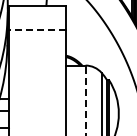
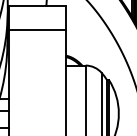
line at (37, 30): dashed -> solid
line at (85, 100): dashed -> solid
